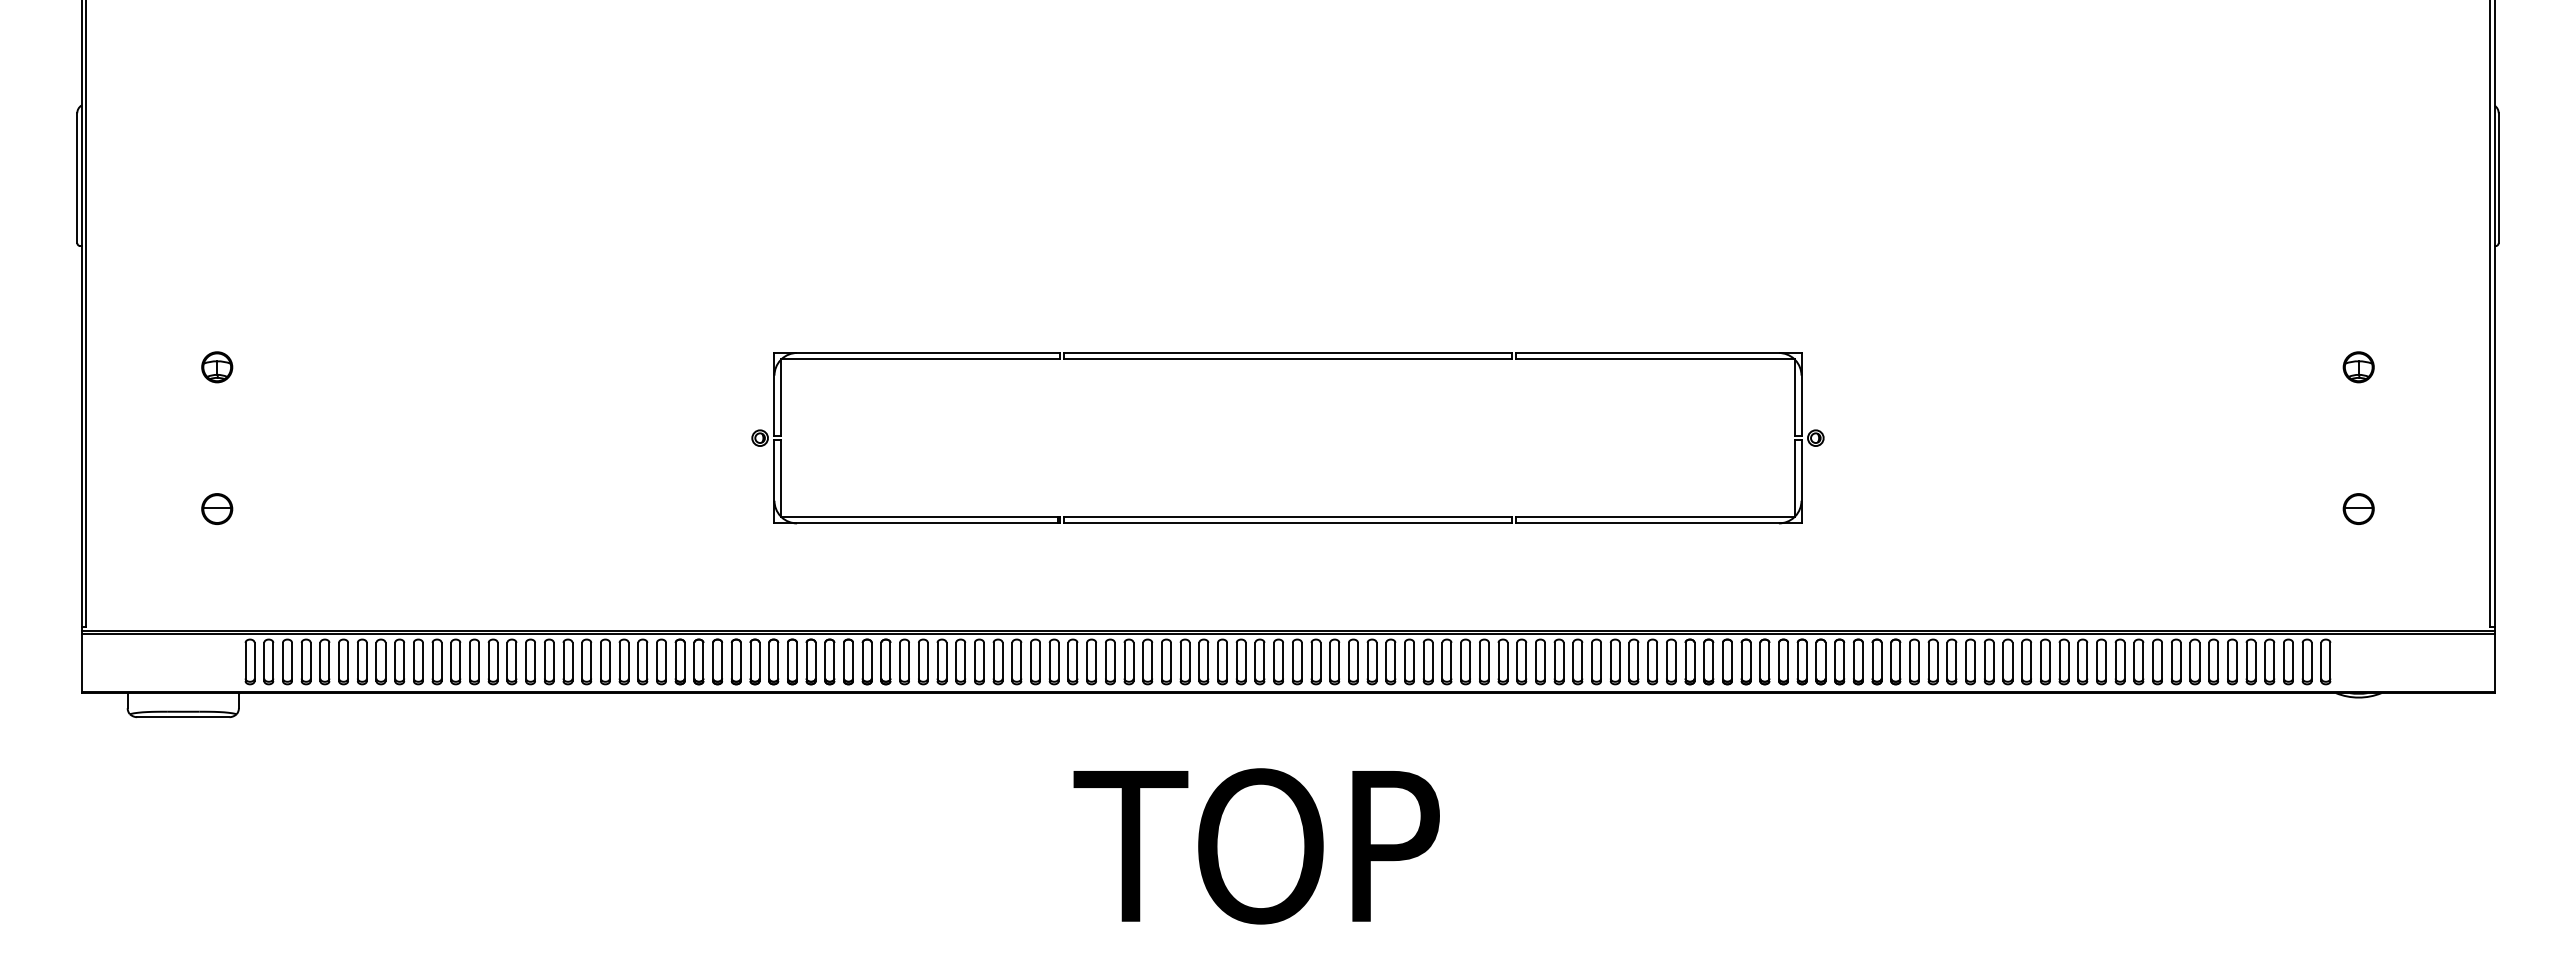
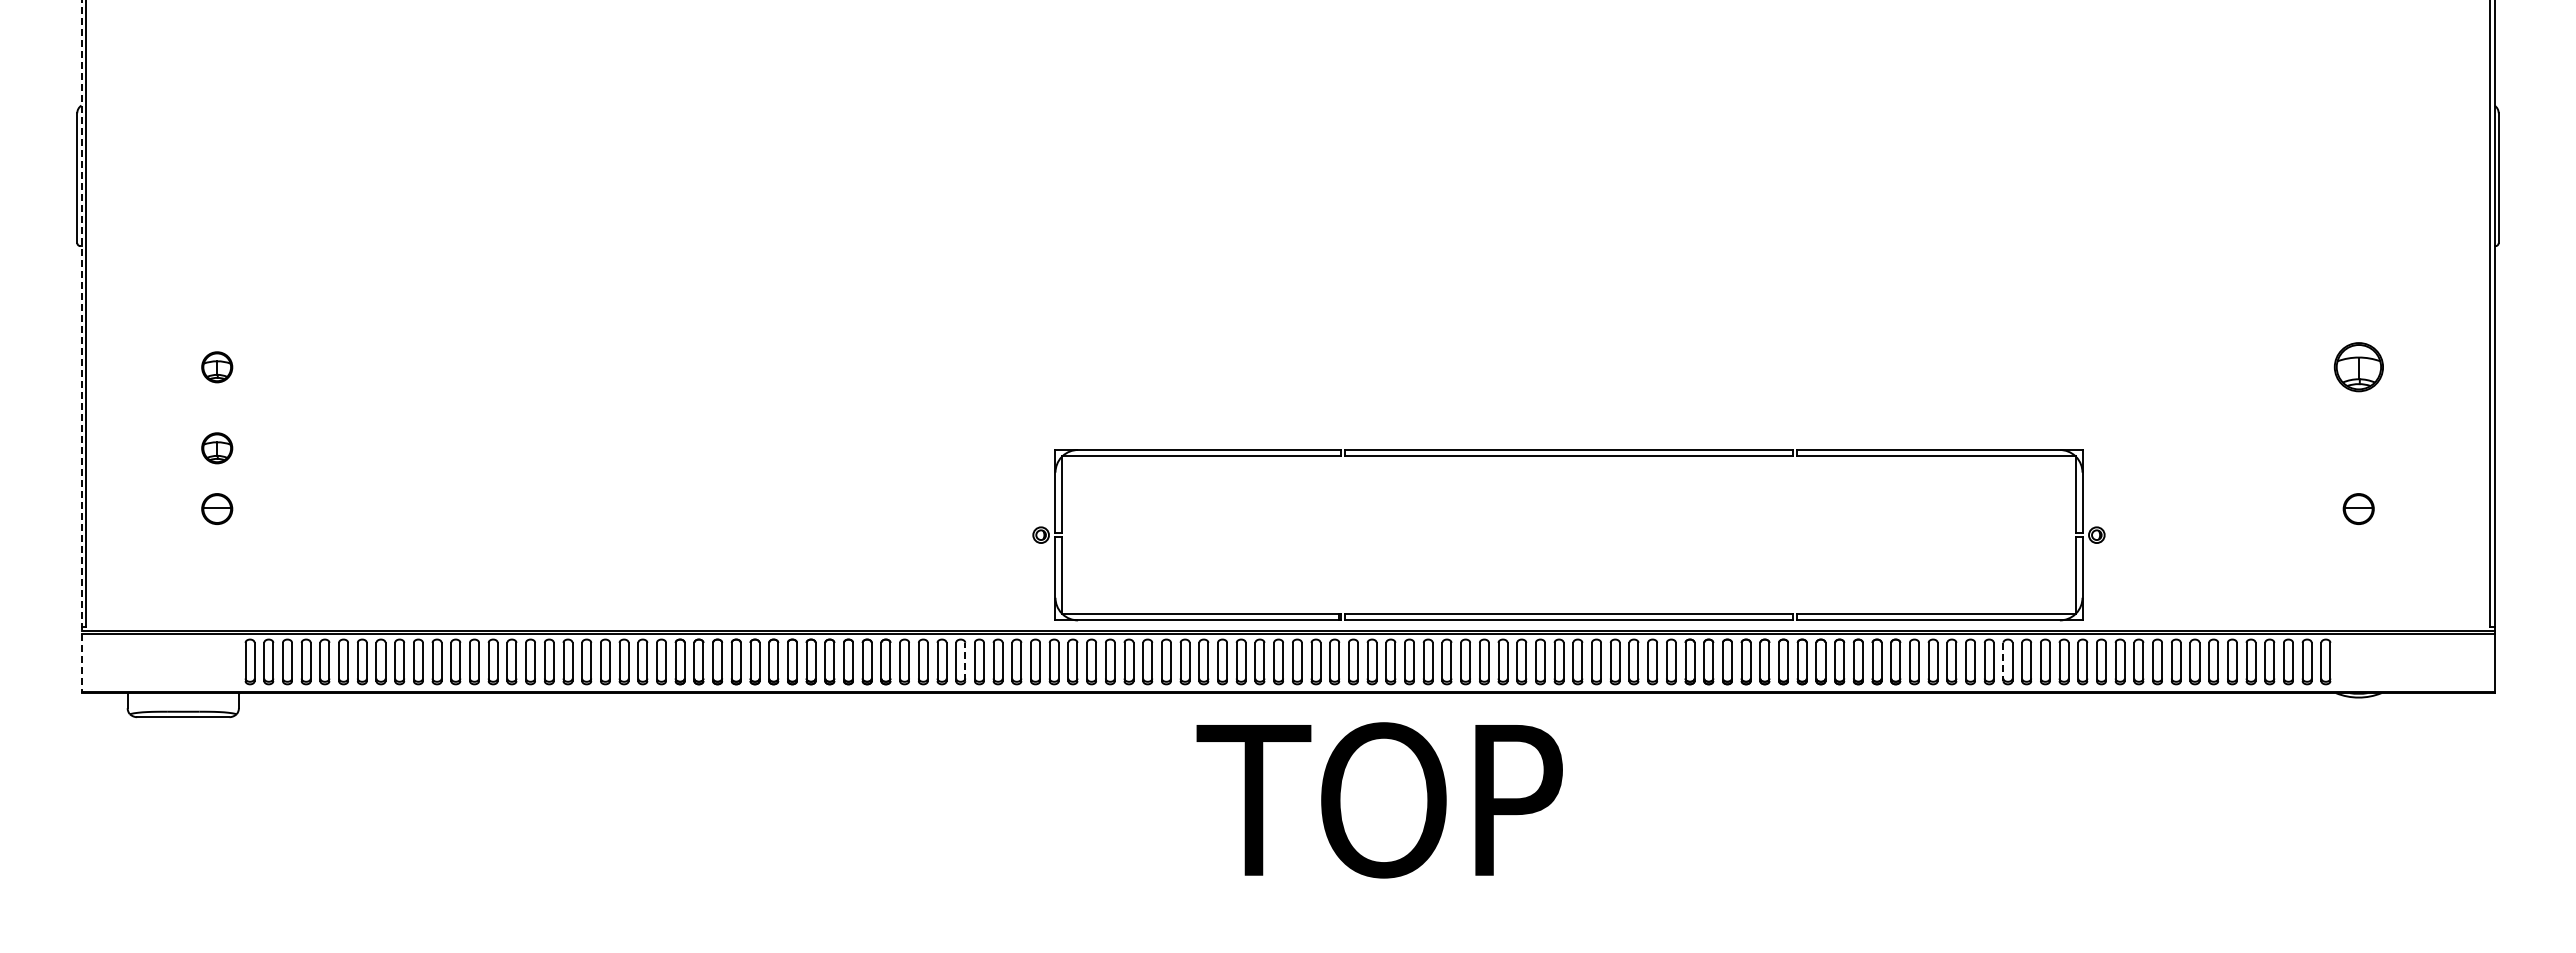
line at (81, 347): solid -> dashed
part at (2358, 367) size: 33x33 px -> 51x51 px
part at (217, 448): none -> present
part at (1287, 516) position: (1287, 516) -> (1568, 613)
line at (965, 661): solid -> dashed
line at (2003, 662): solid -> dashed
text at (1256, 846) position: (1256, 846) -> (1379, 800)
